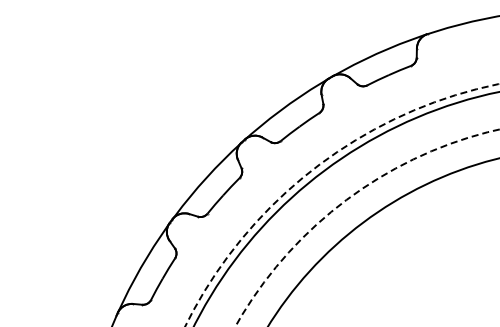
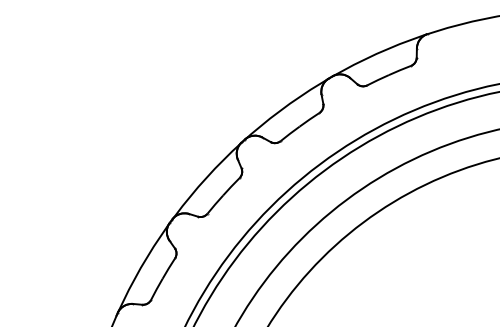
circle at (342, 204): dashed -> solid
circle at (367, 227): dashed -> solid
